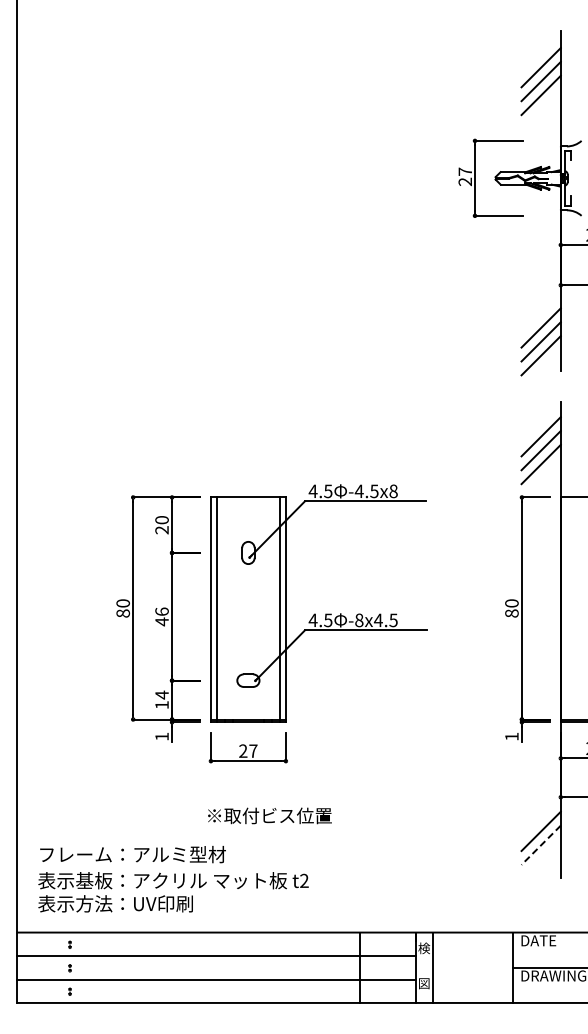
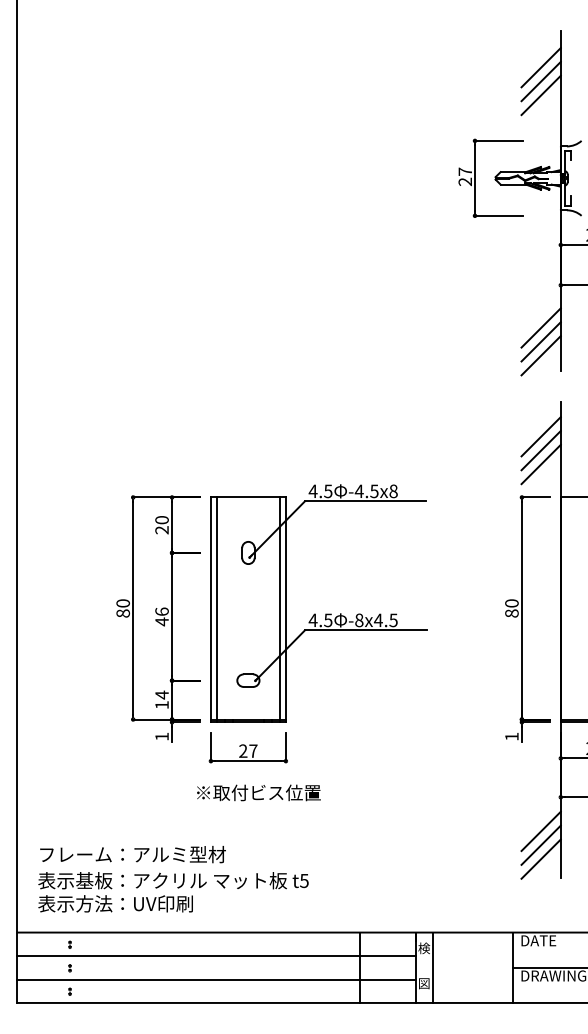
text at (269, 815) position: (269, 815) -> (258, 792)
line at (541, 845): dashed -> solid
line at (540, 858): none -> present
text at (304, 880): t2 -> t5
